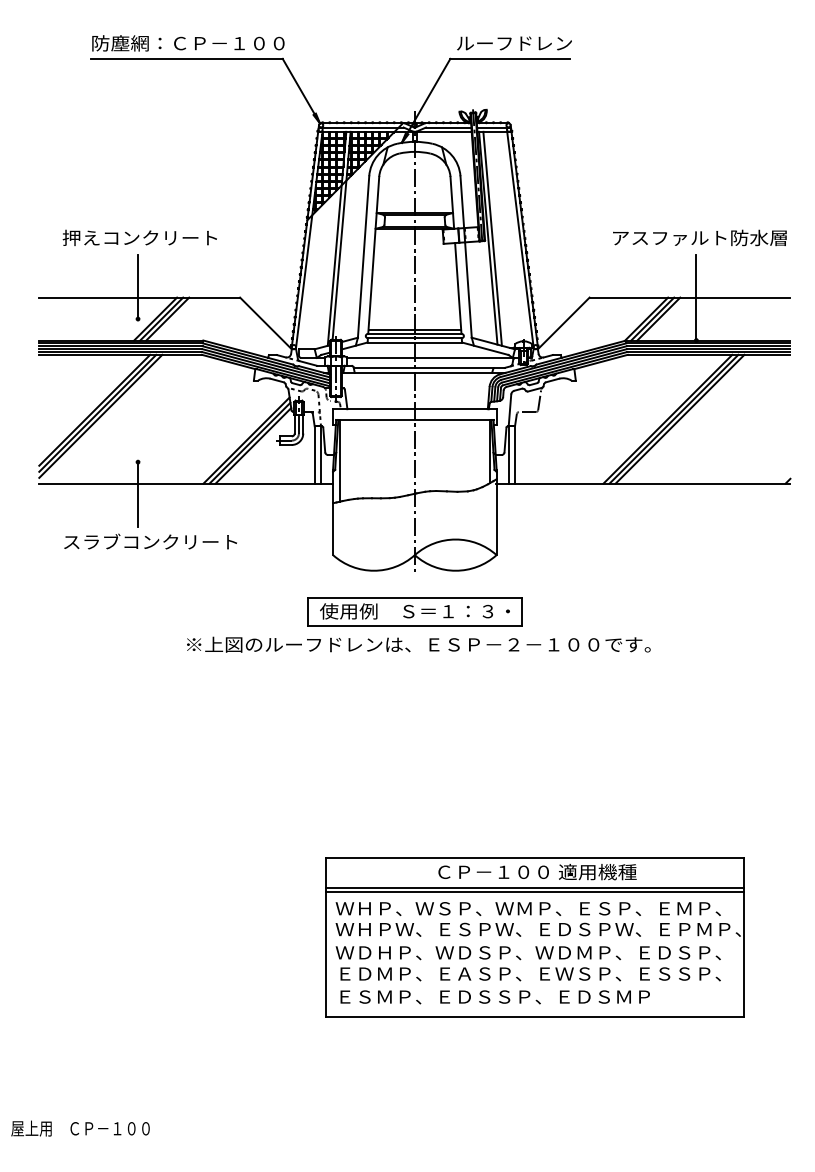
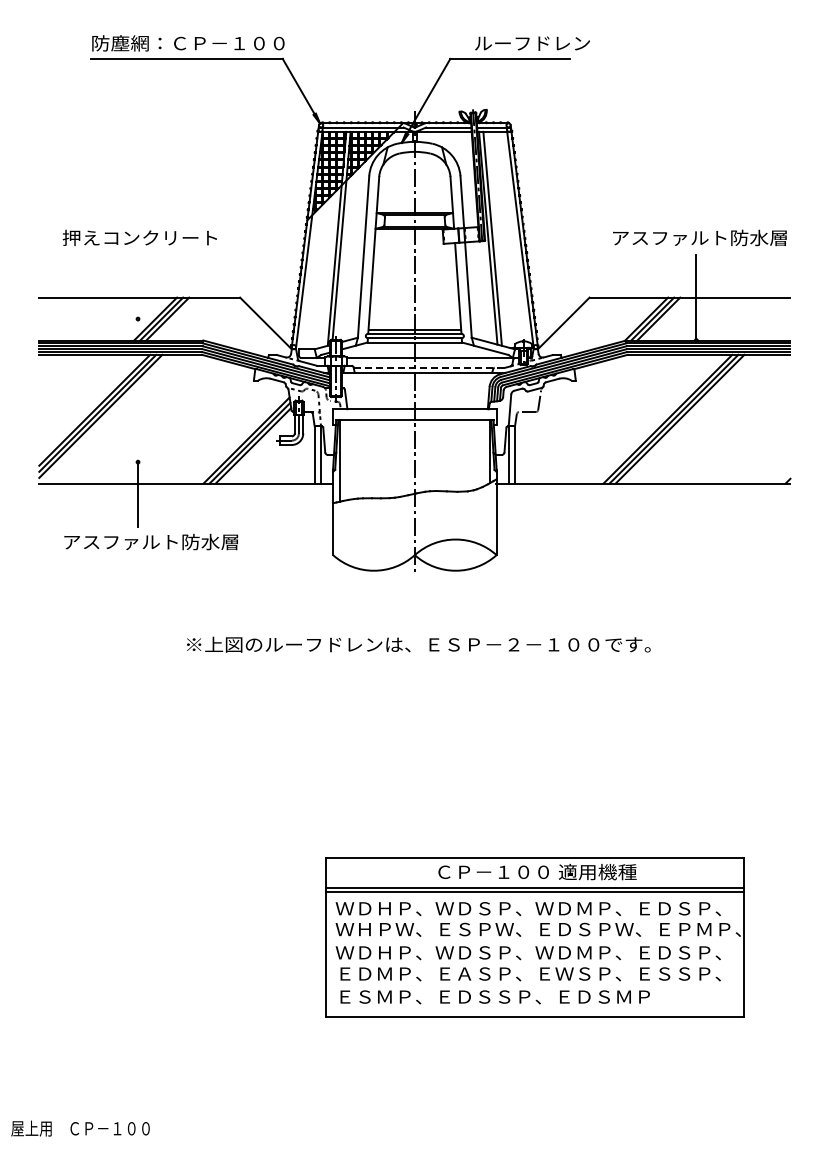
text at (514, 43) position: (514, 43) -> (532, 43)
line at (138, 286): present -> none
line at (429, 367): solid -> dashed
text at (151, 541): スラブコンクリート -> アスファルト防水層
part at (414, 611): present -> none
text at (525, 909): ＷＨＰ、ＷＳＰ、ＷＭＰ、ＥＳＰ、ＥＭＰ、 -> ＷＤＨＰ、ＷＤＳＰ、ＷＤＭＰ、ＥＤＳＰ、
